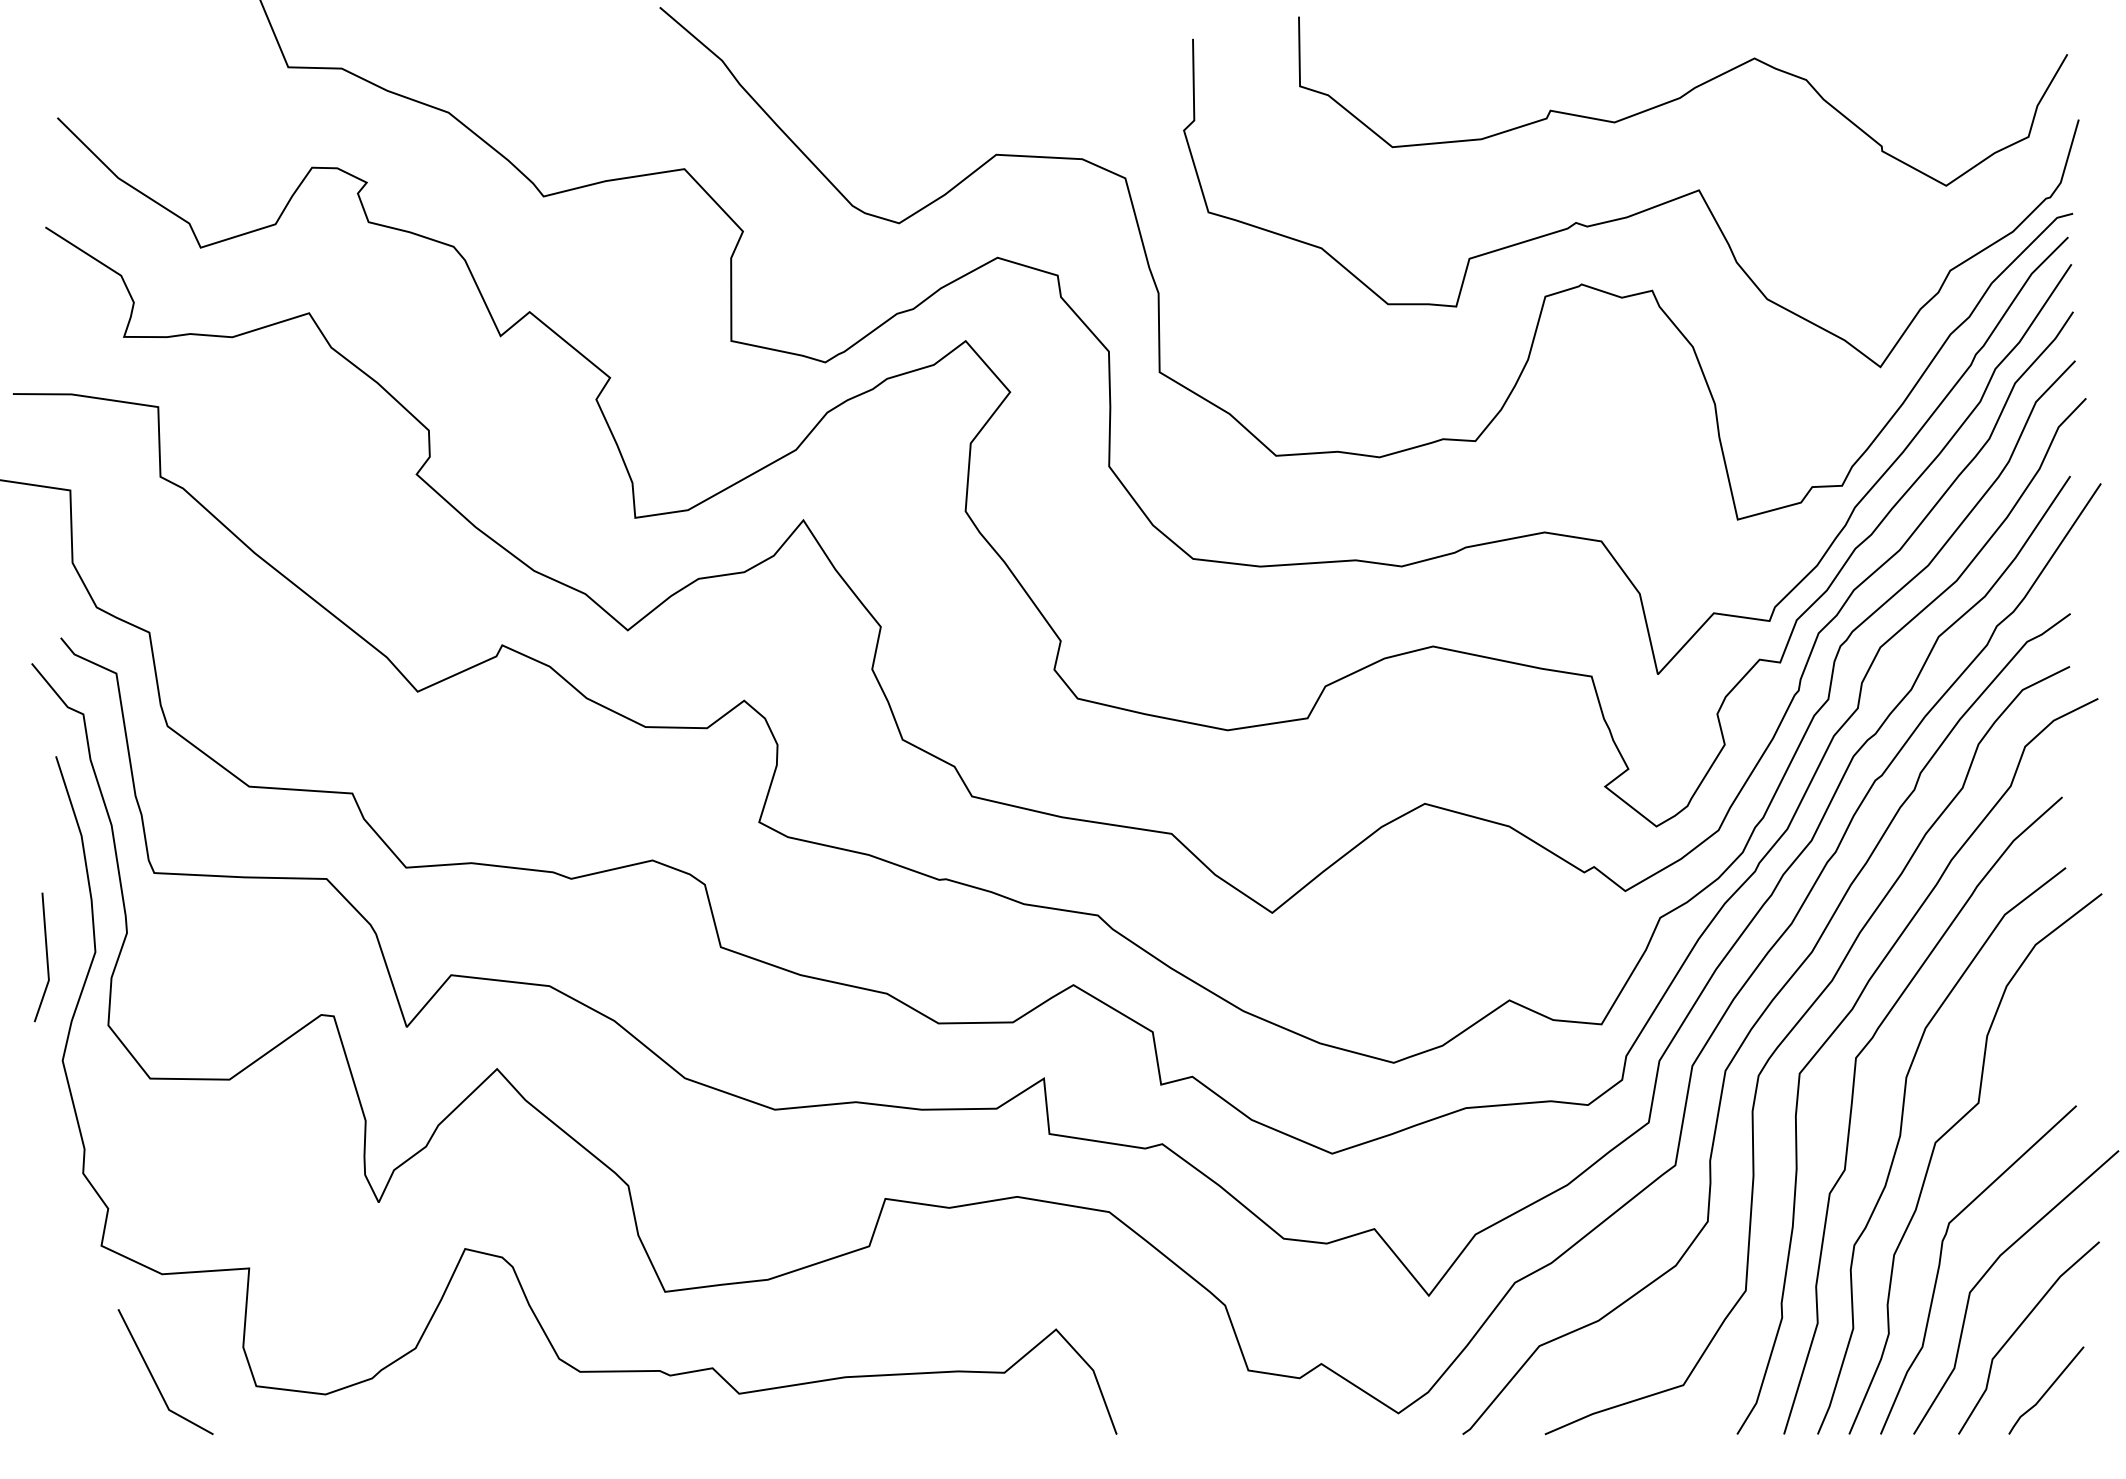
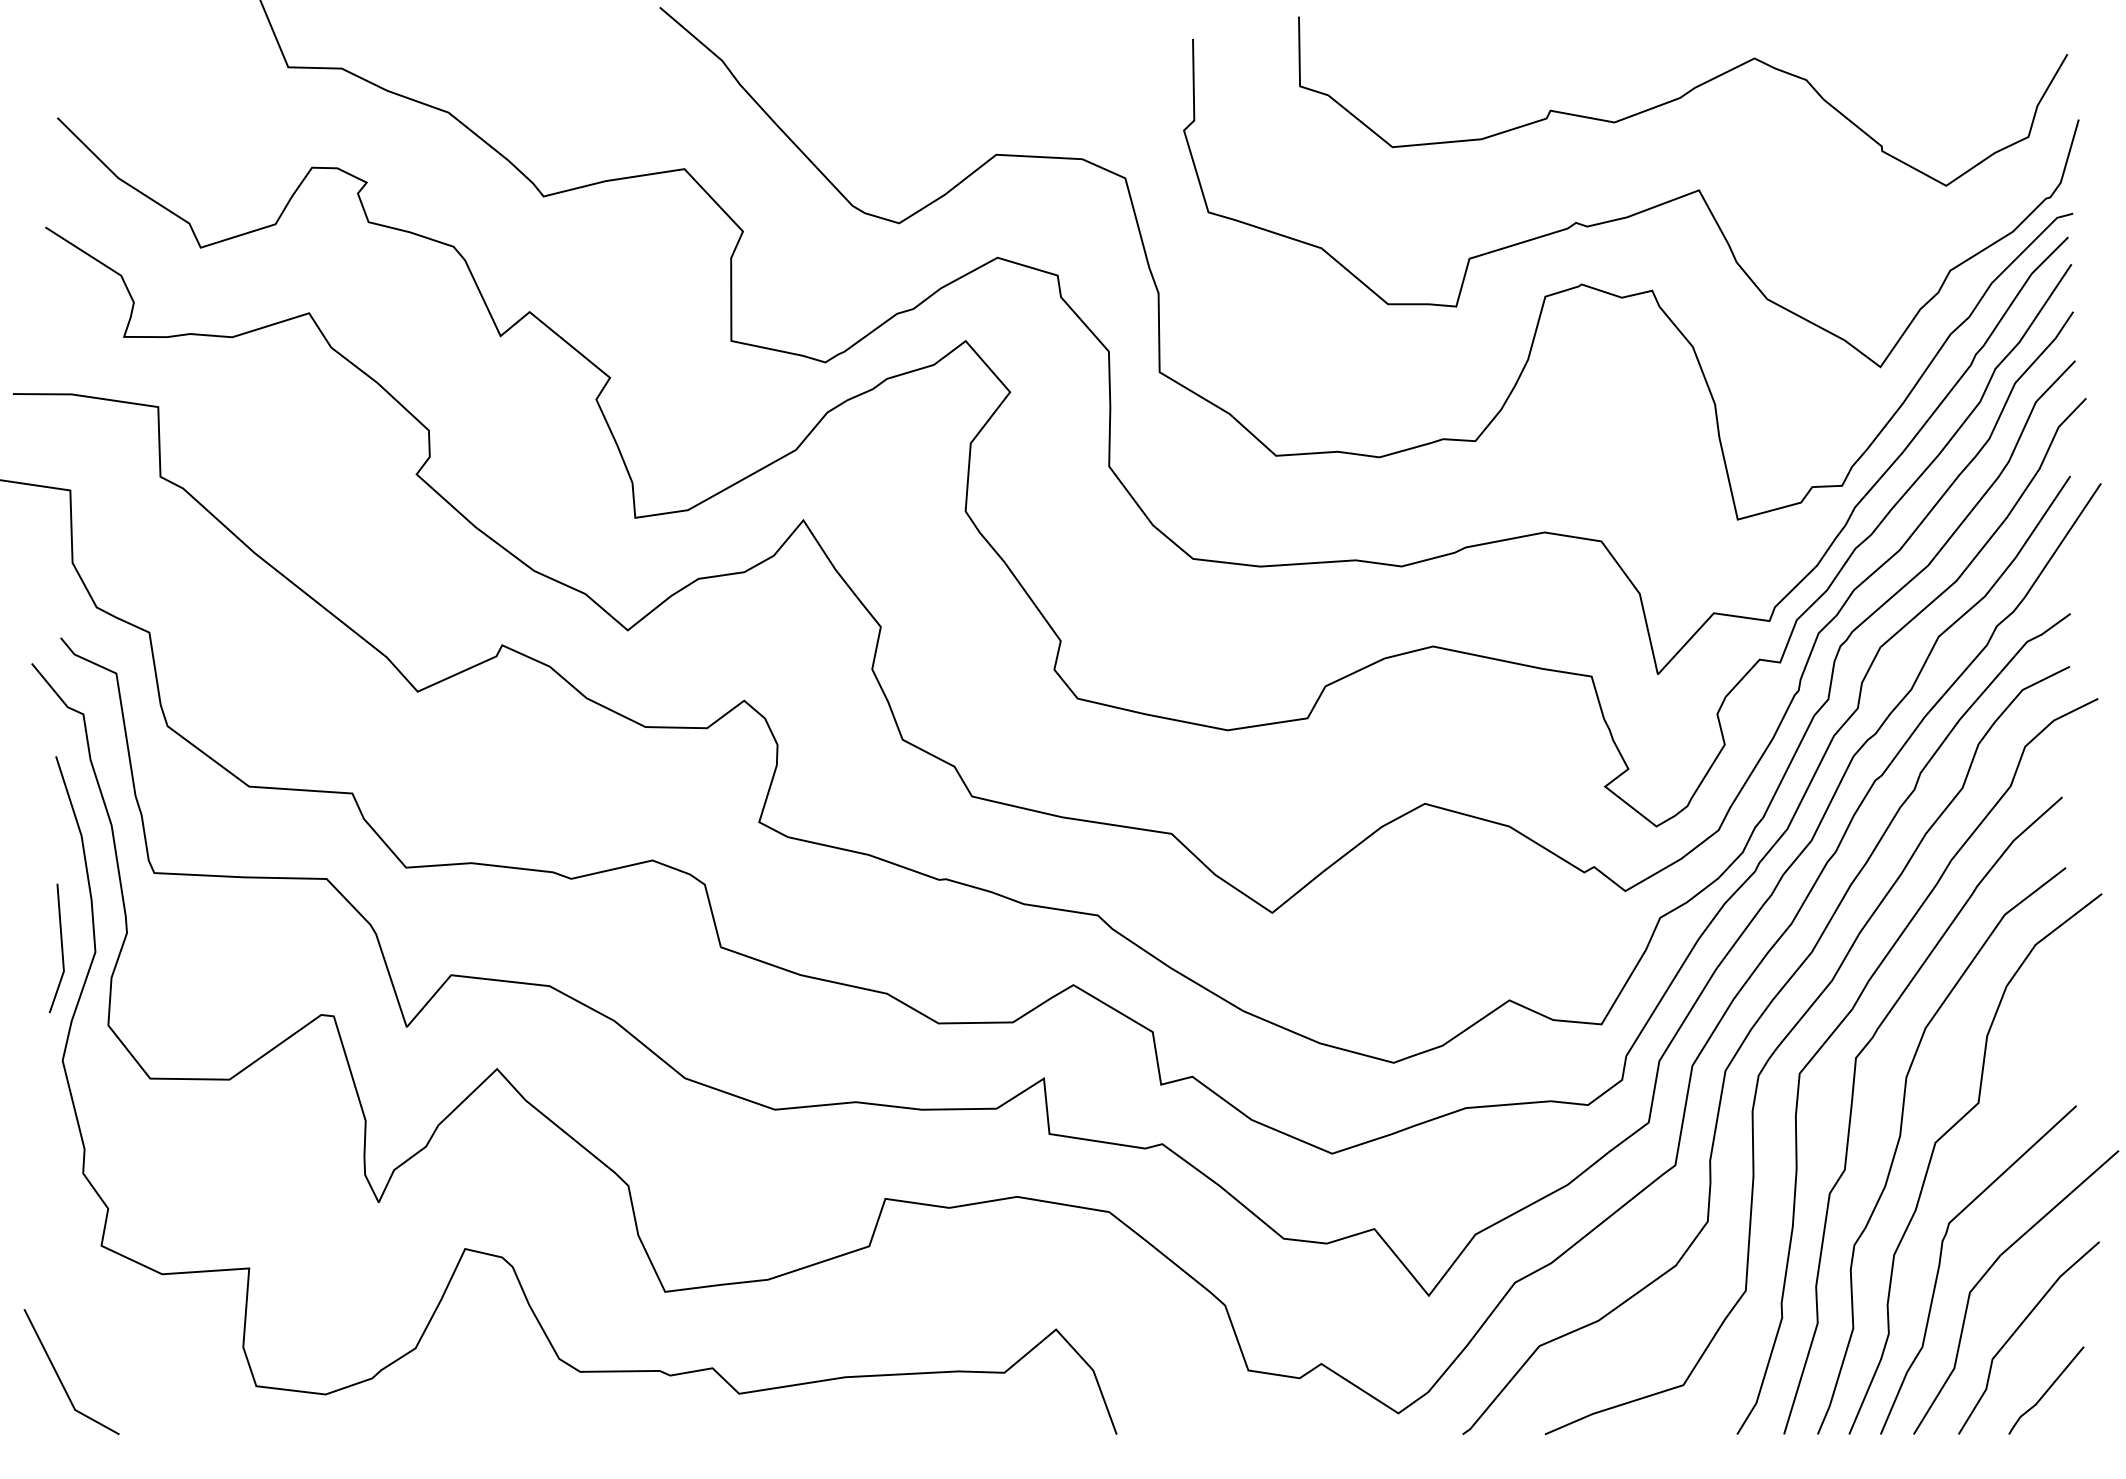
line at (46, 957) position: (46, 957) -> (61, 948)
line at (153, 1376) position: (153, 1376) -> (59, 1376)
